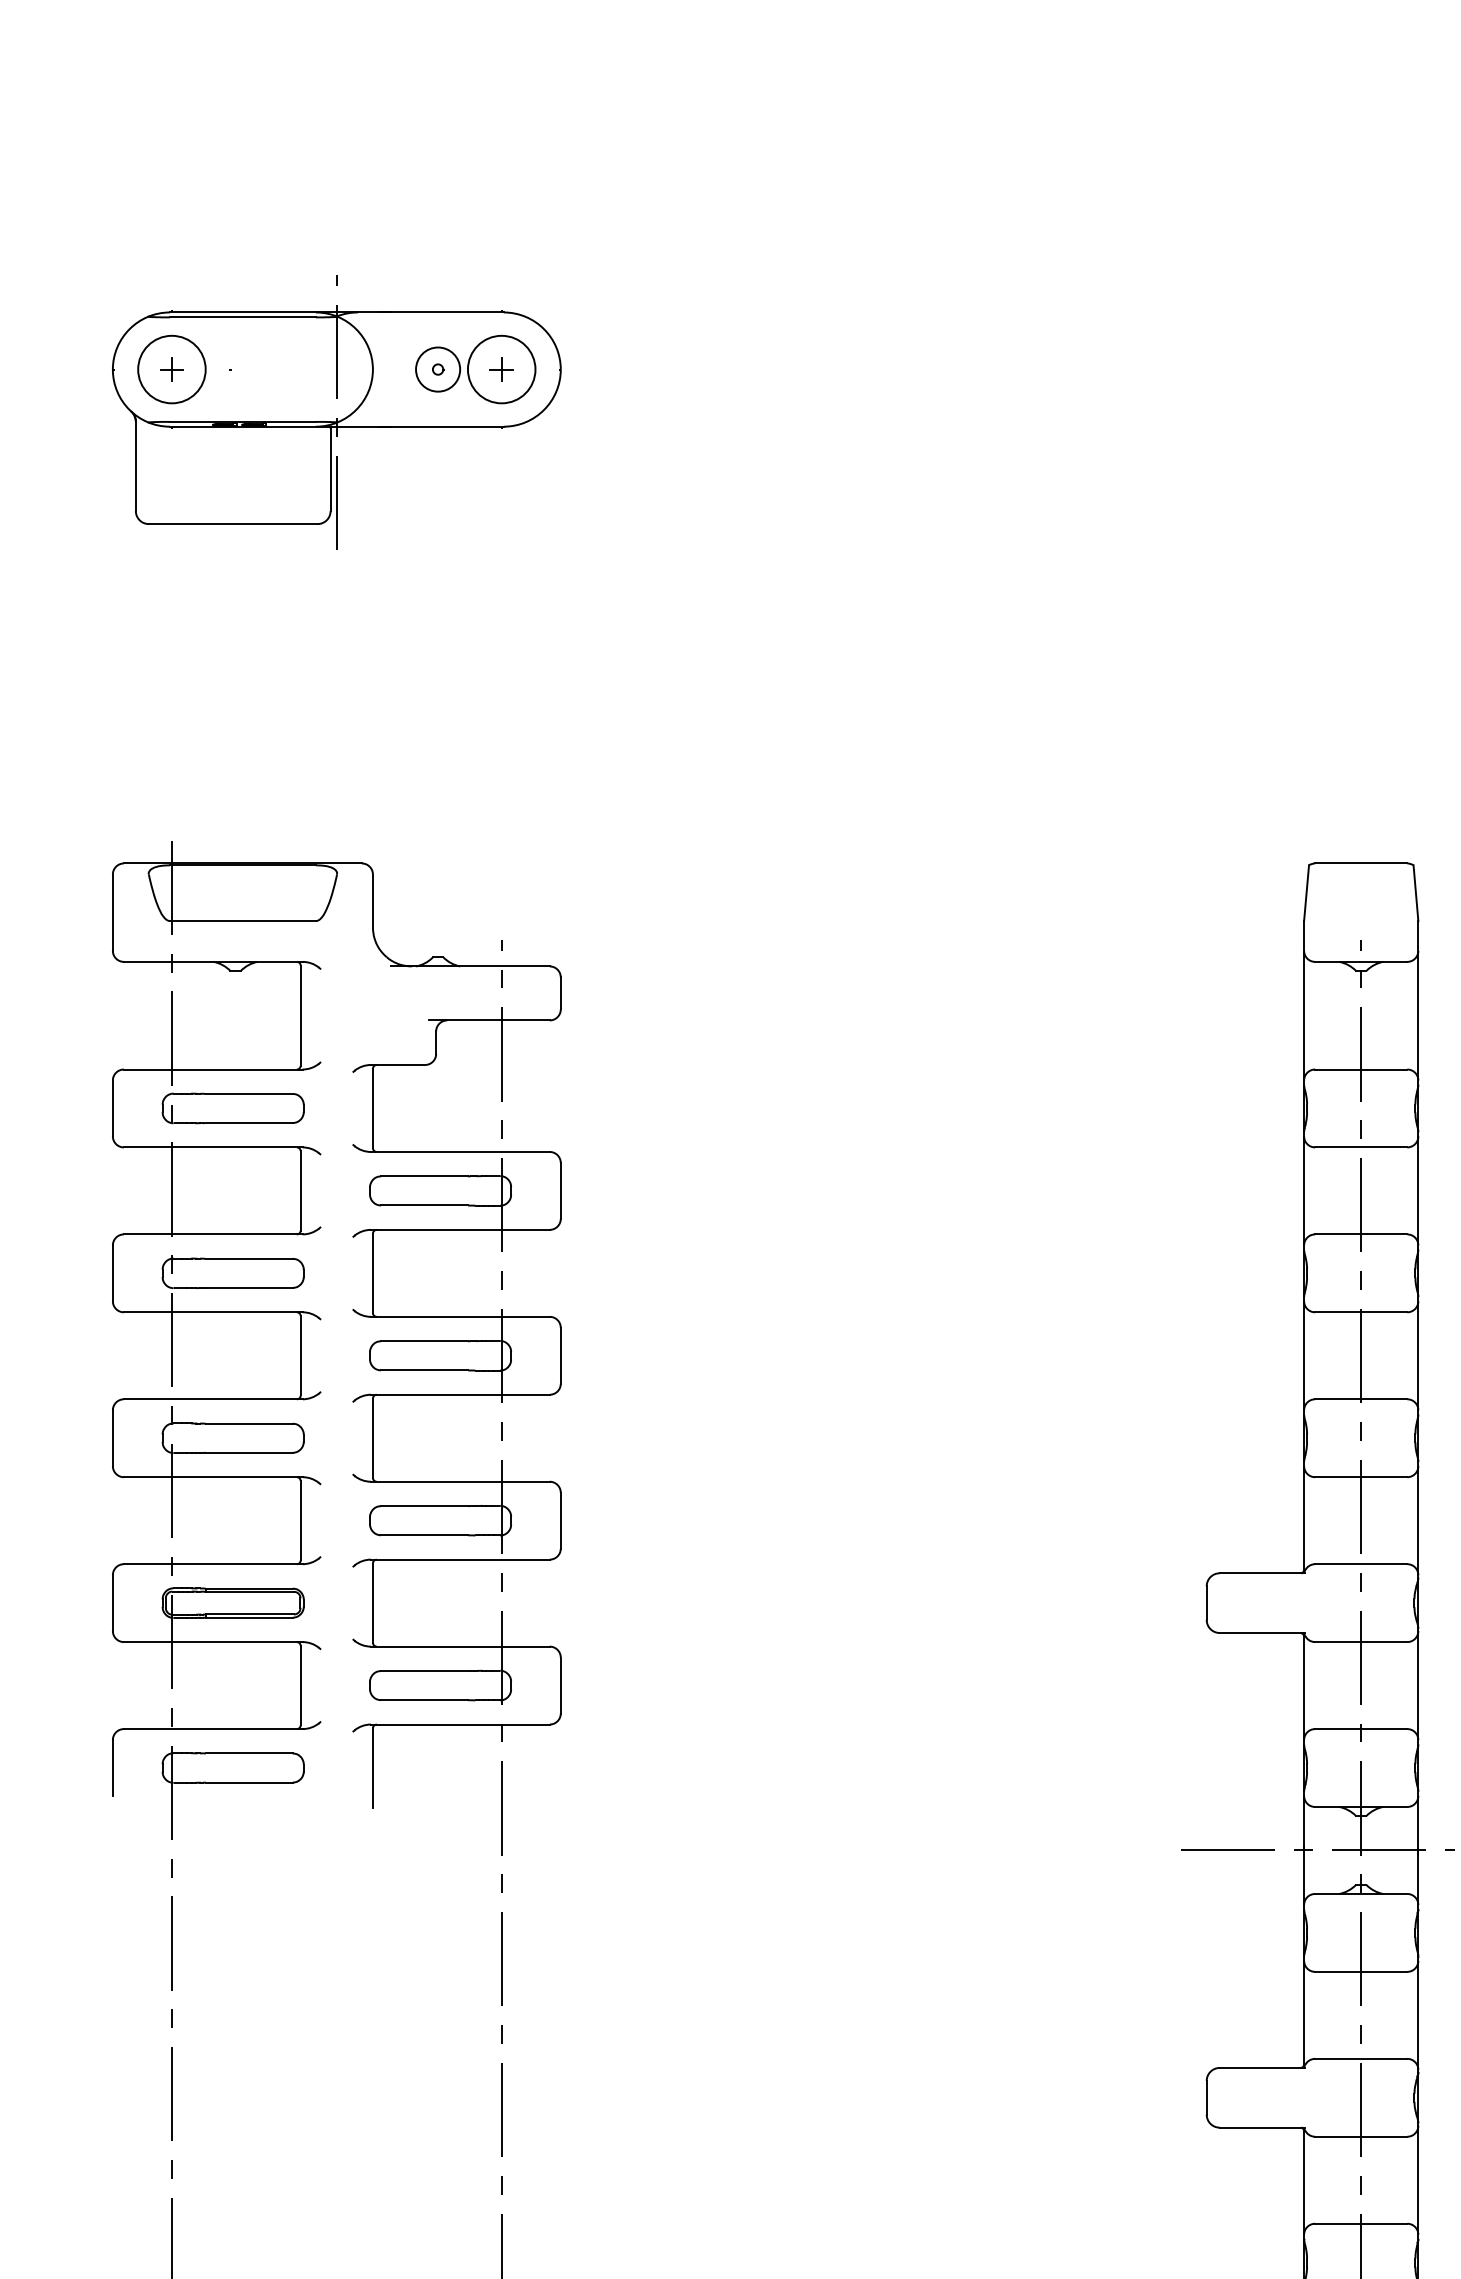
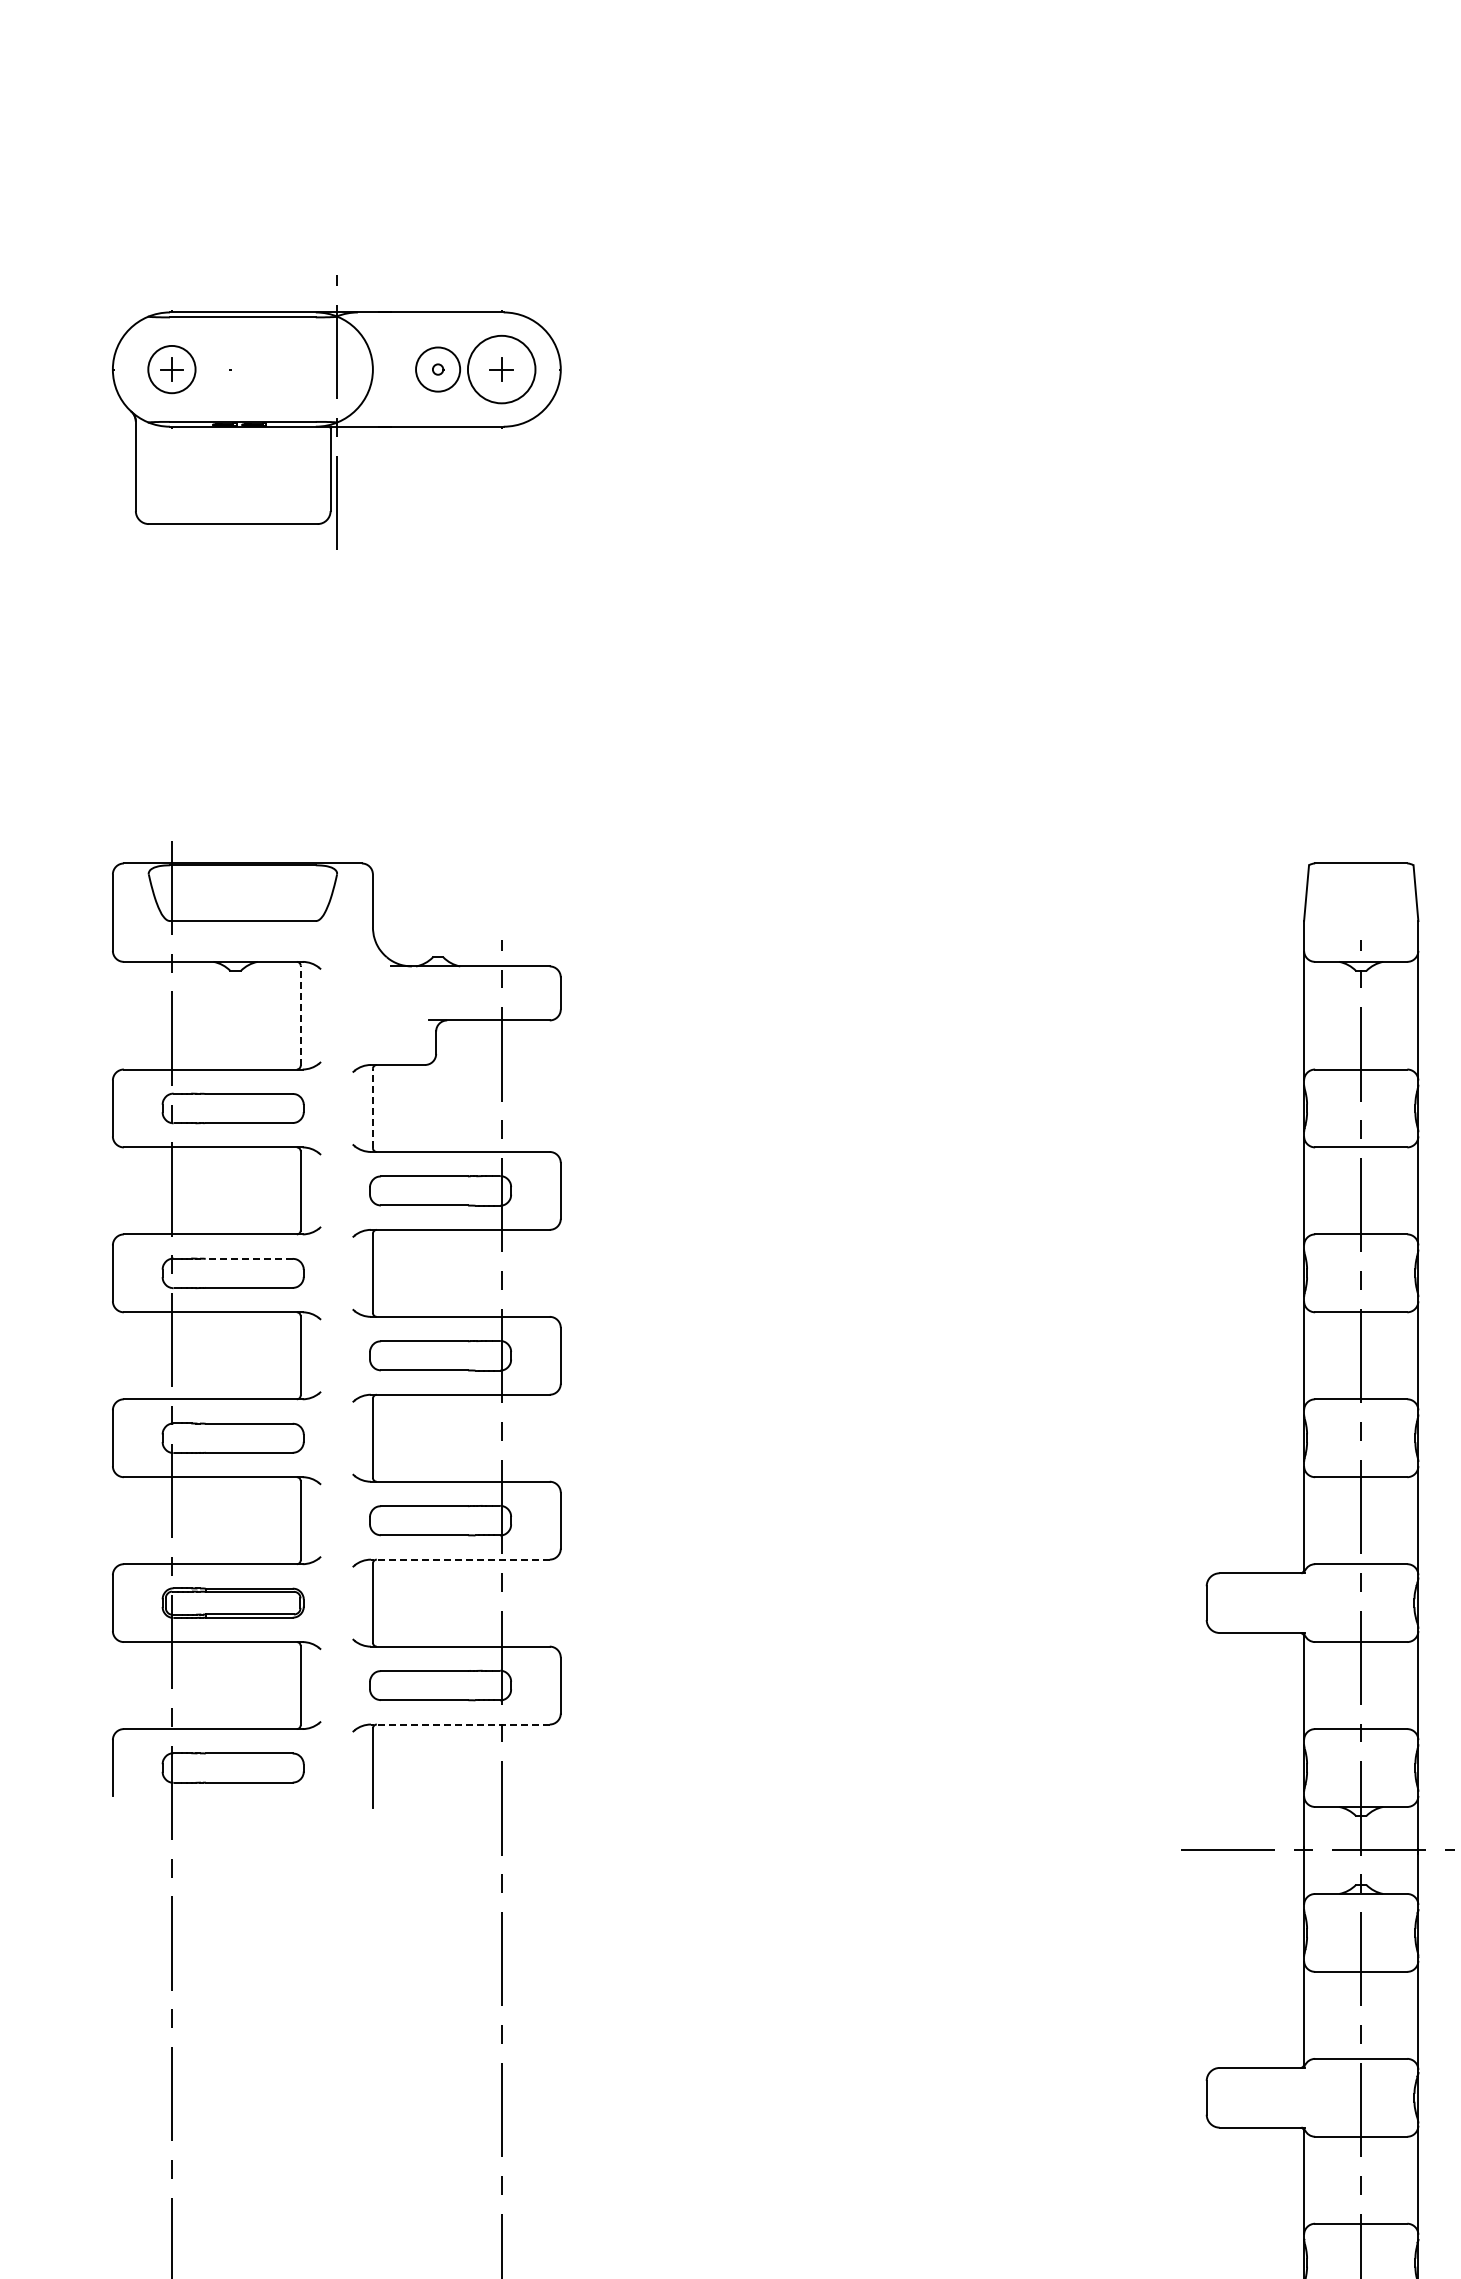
circle at (171, 369) diameter: 68 px -> 47 px
line at (300, 1015): solid -> dashed
line at (372, 1108): solid -> dashed
line at (248, 1258): solid -> dashed
line at (459, 1559): solid -> dashed
line at (459, 1724): solid -> dashed
